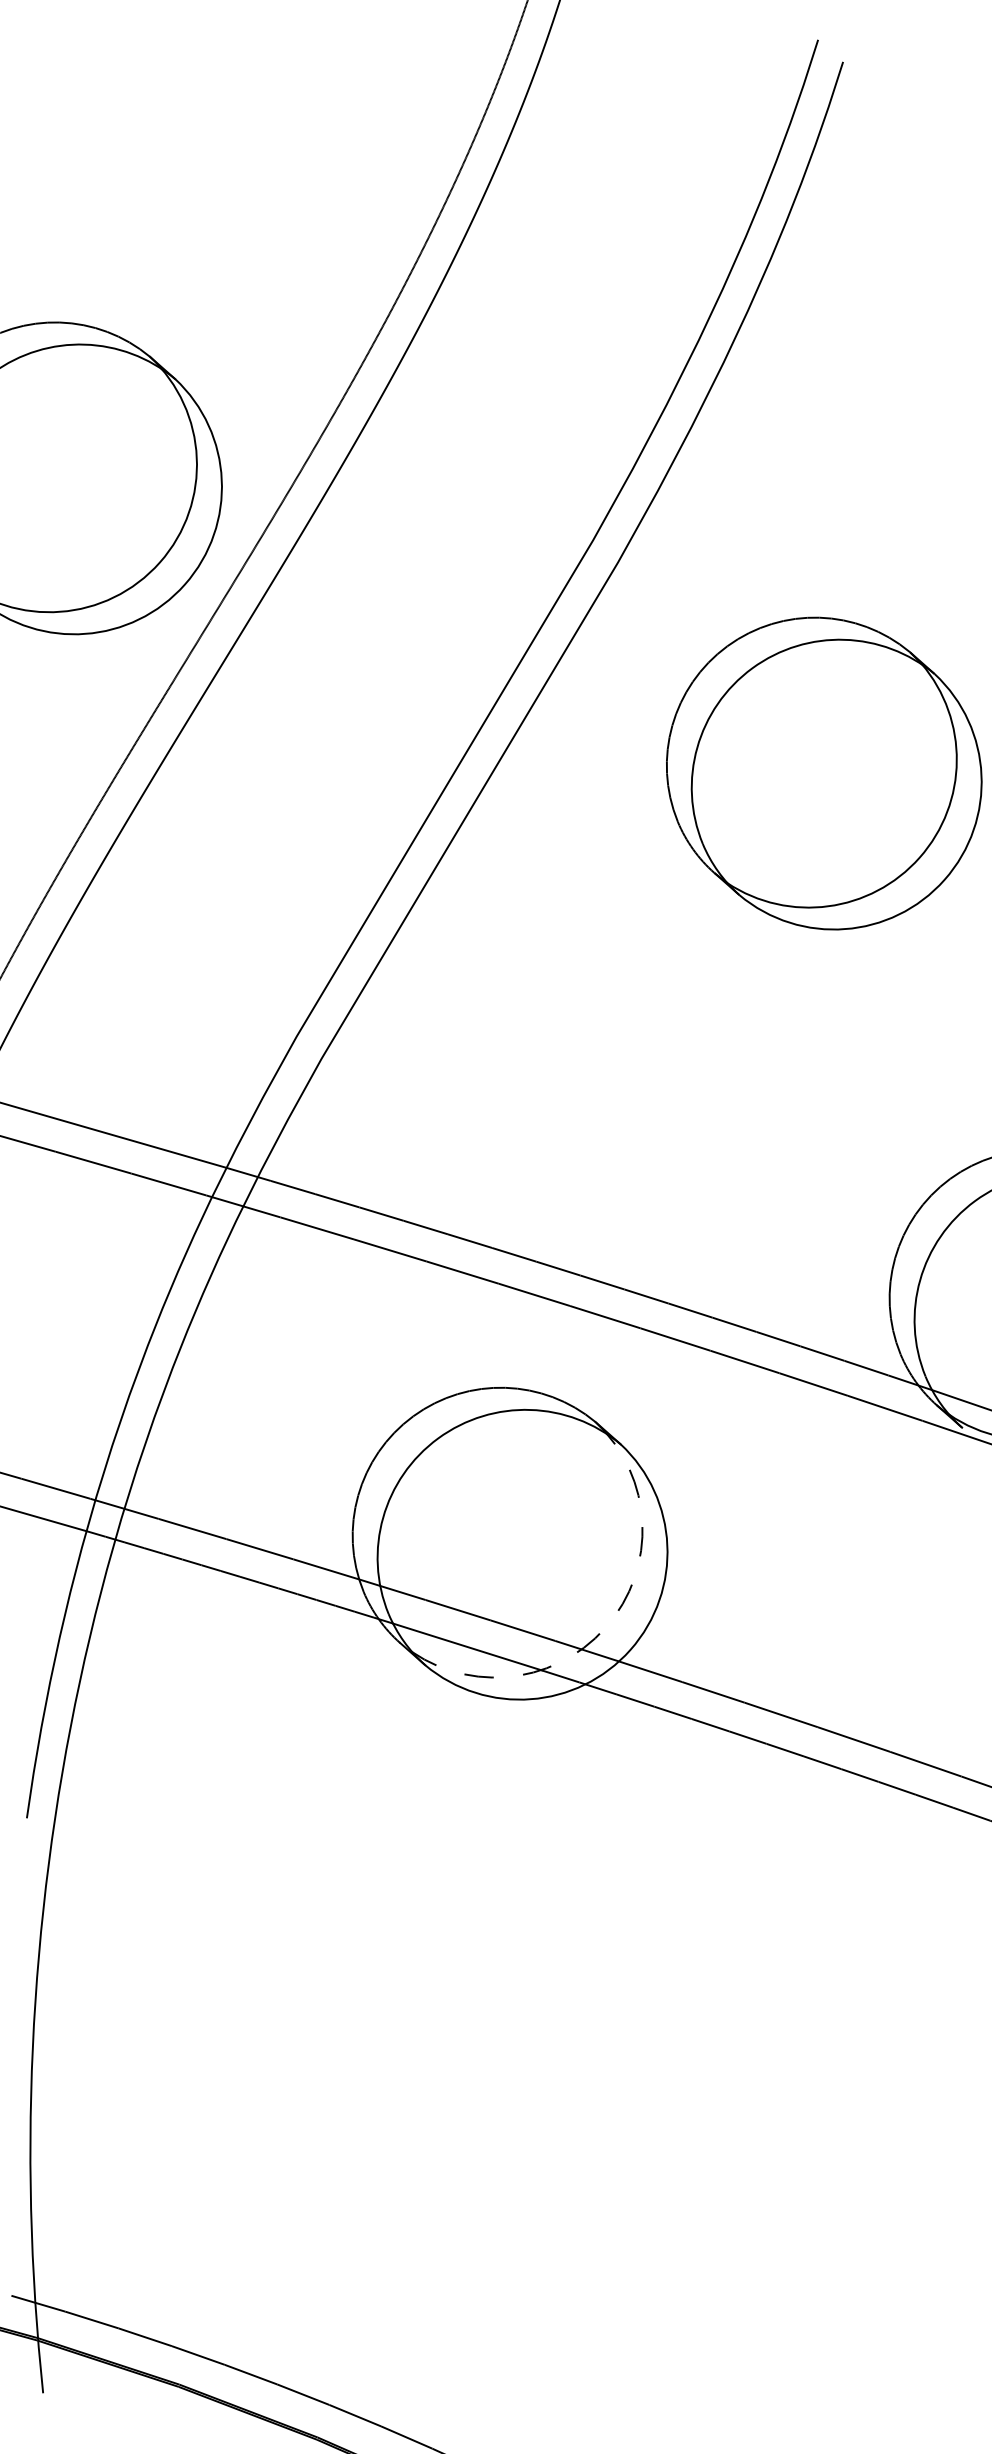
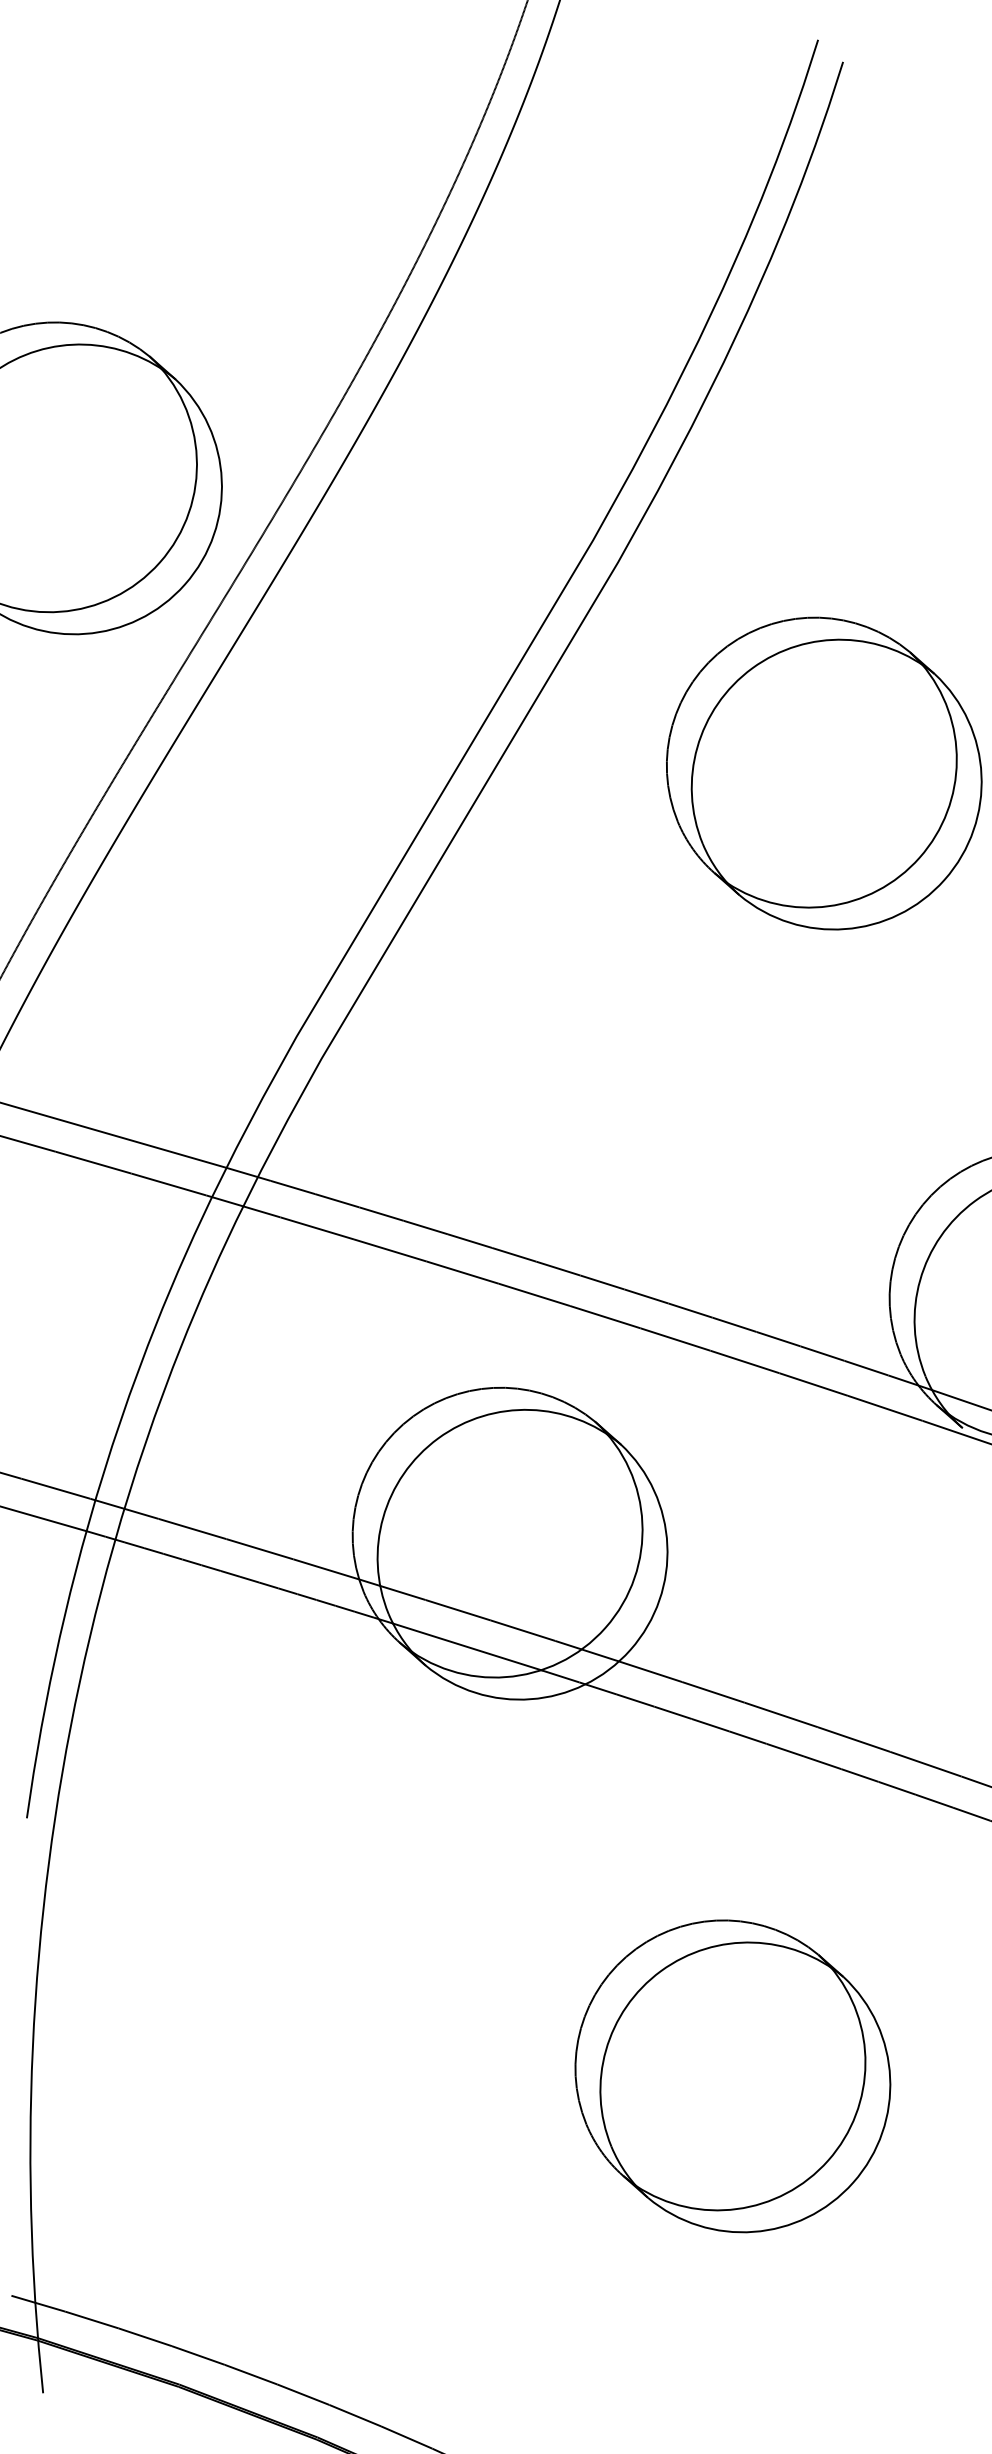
arc at (605, 1627): dashed -> solid
part at (732, 2076): none -> present
